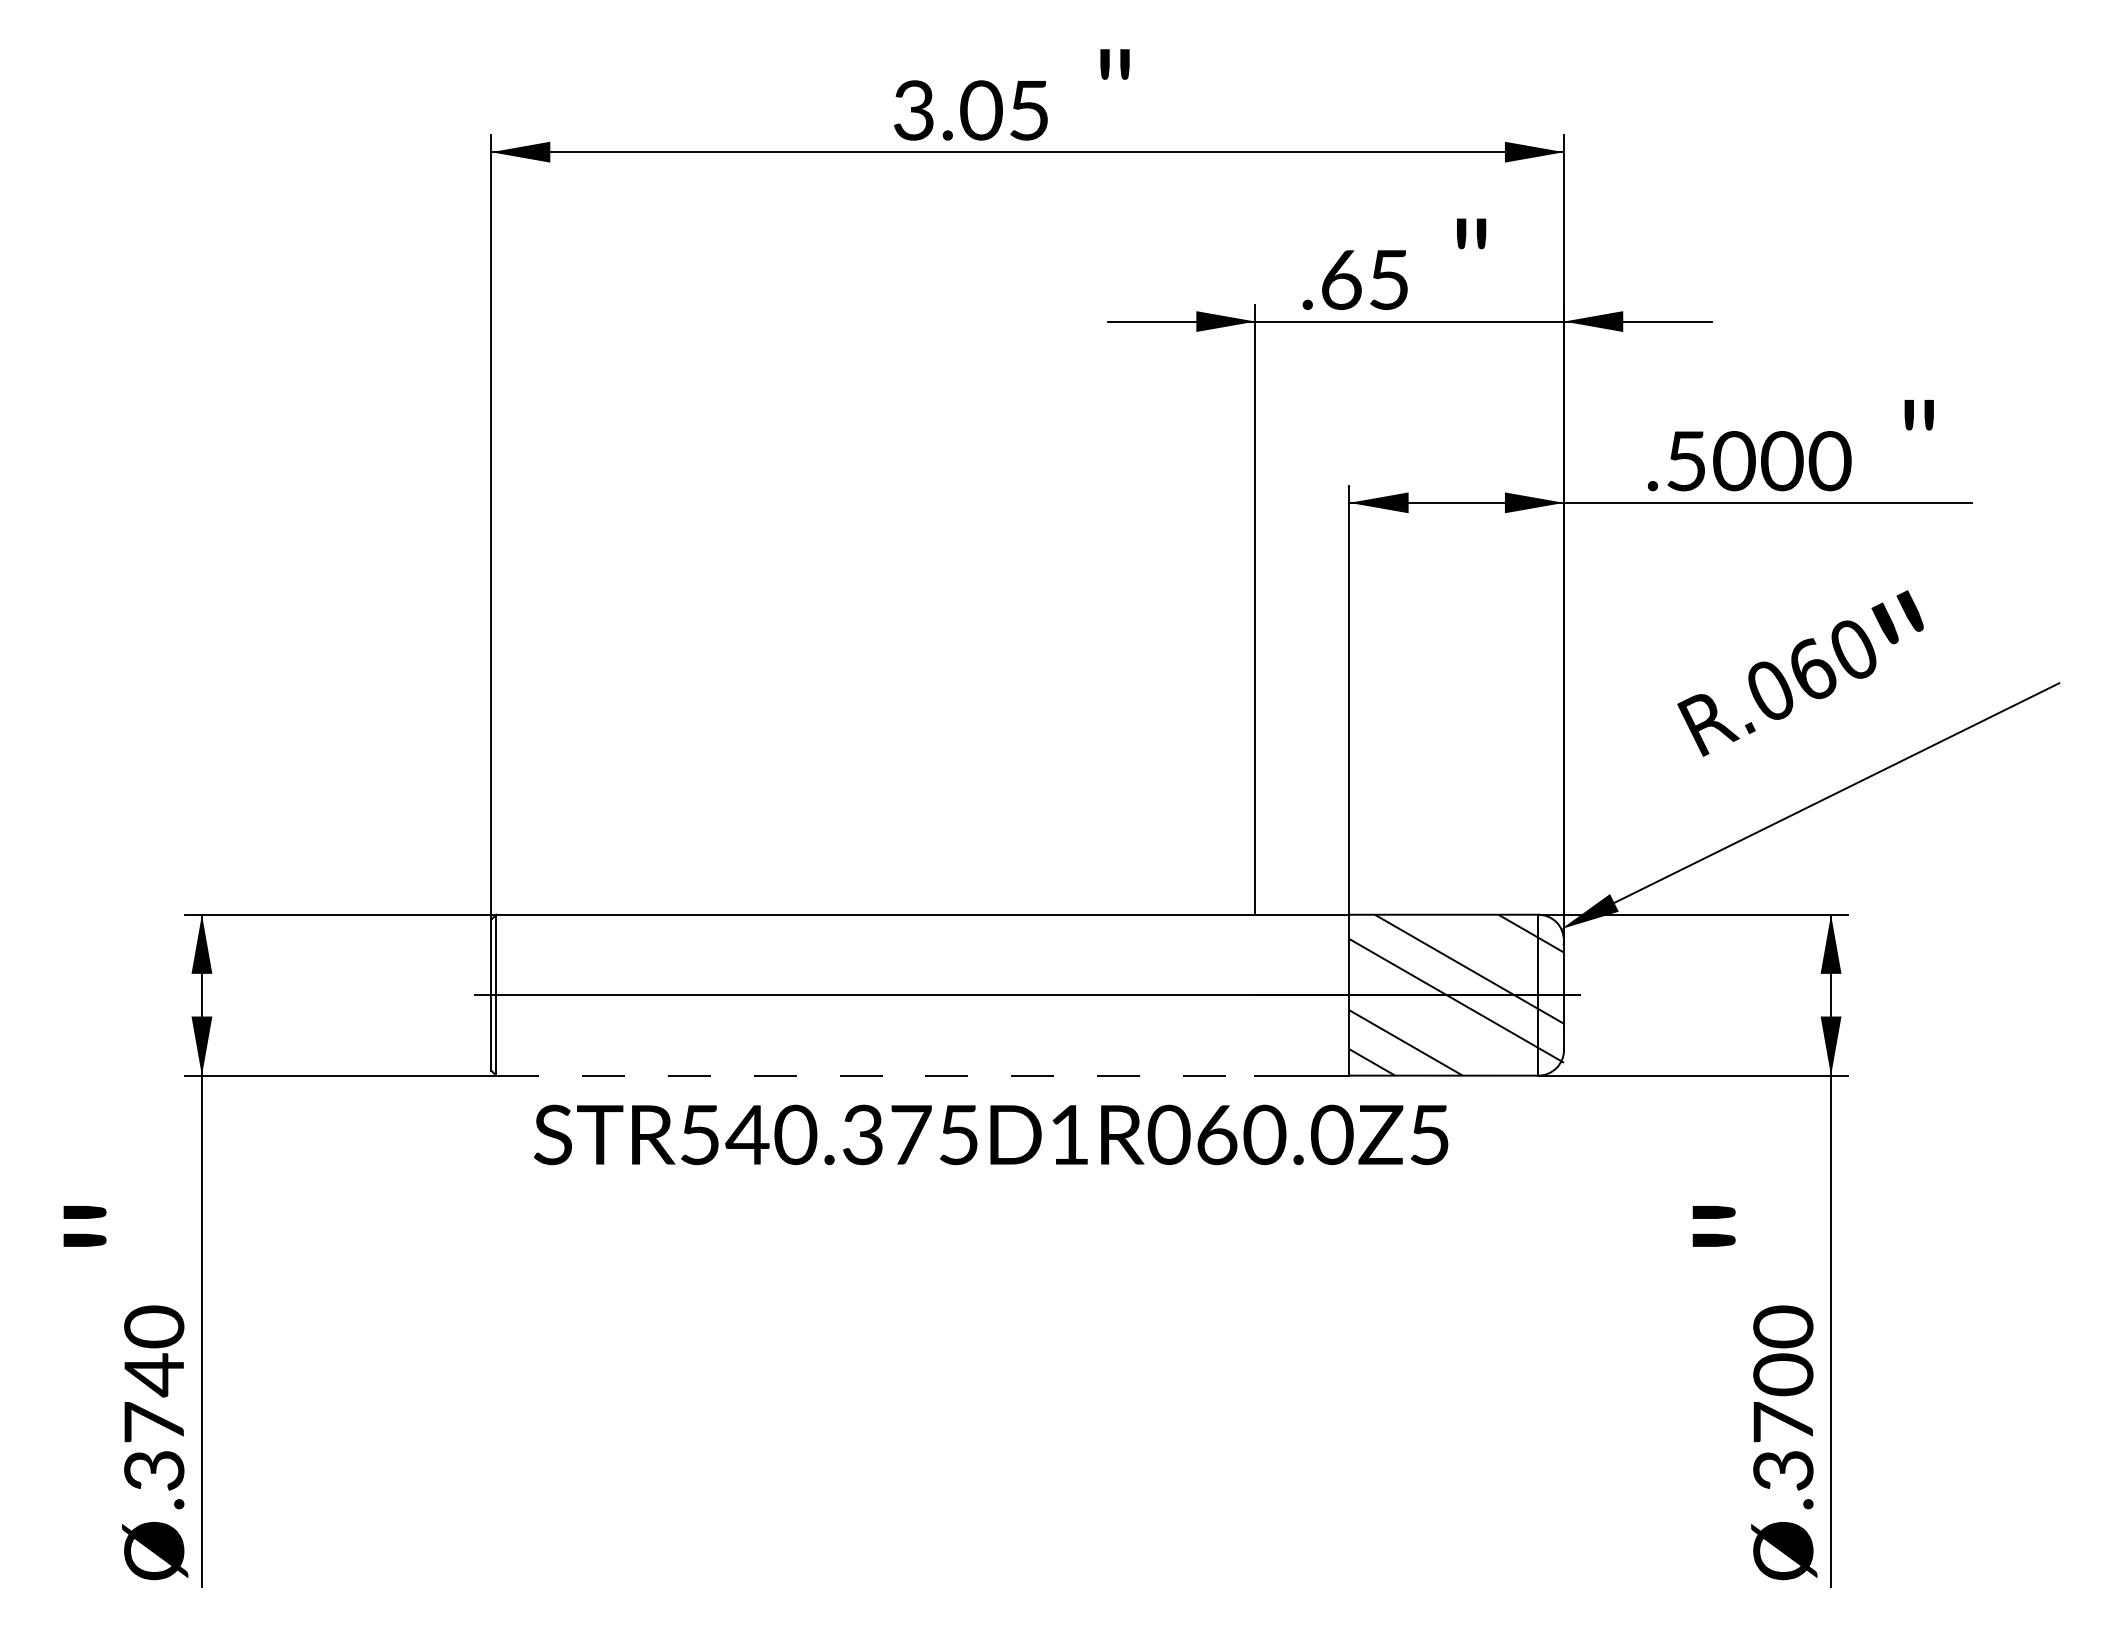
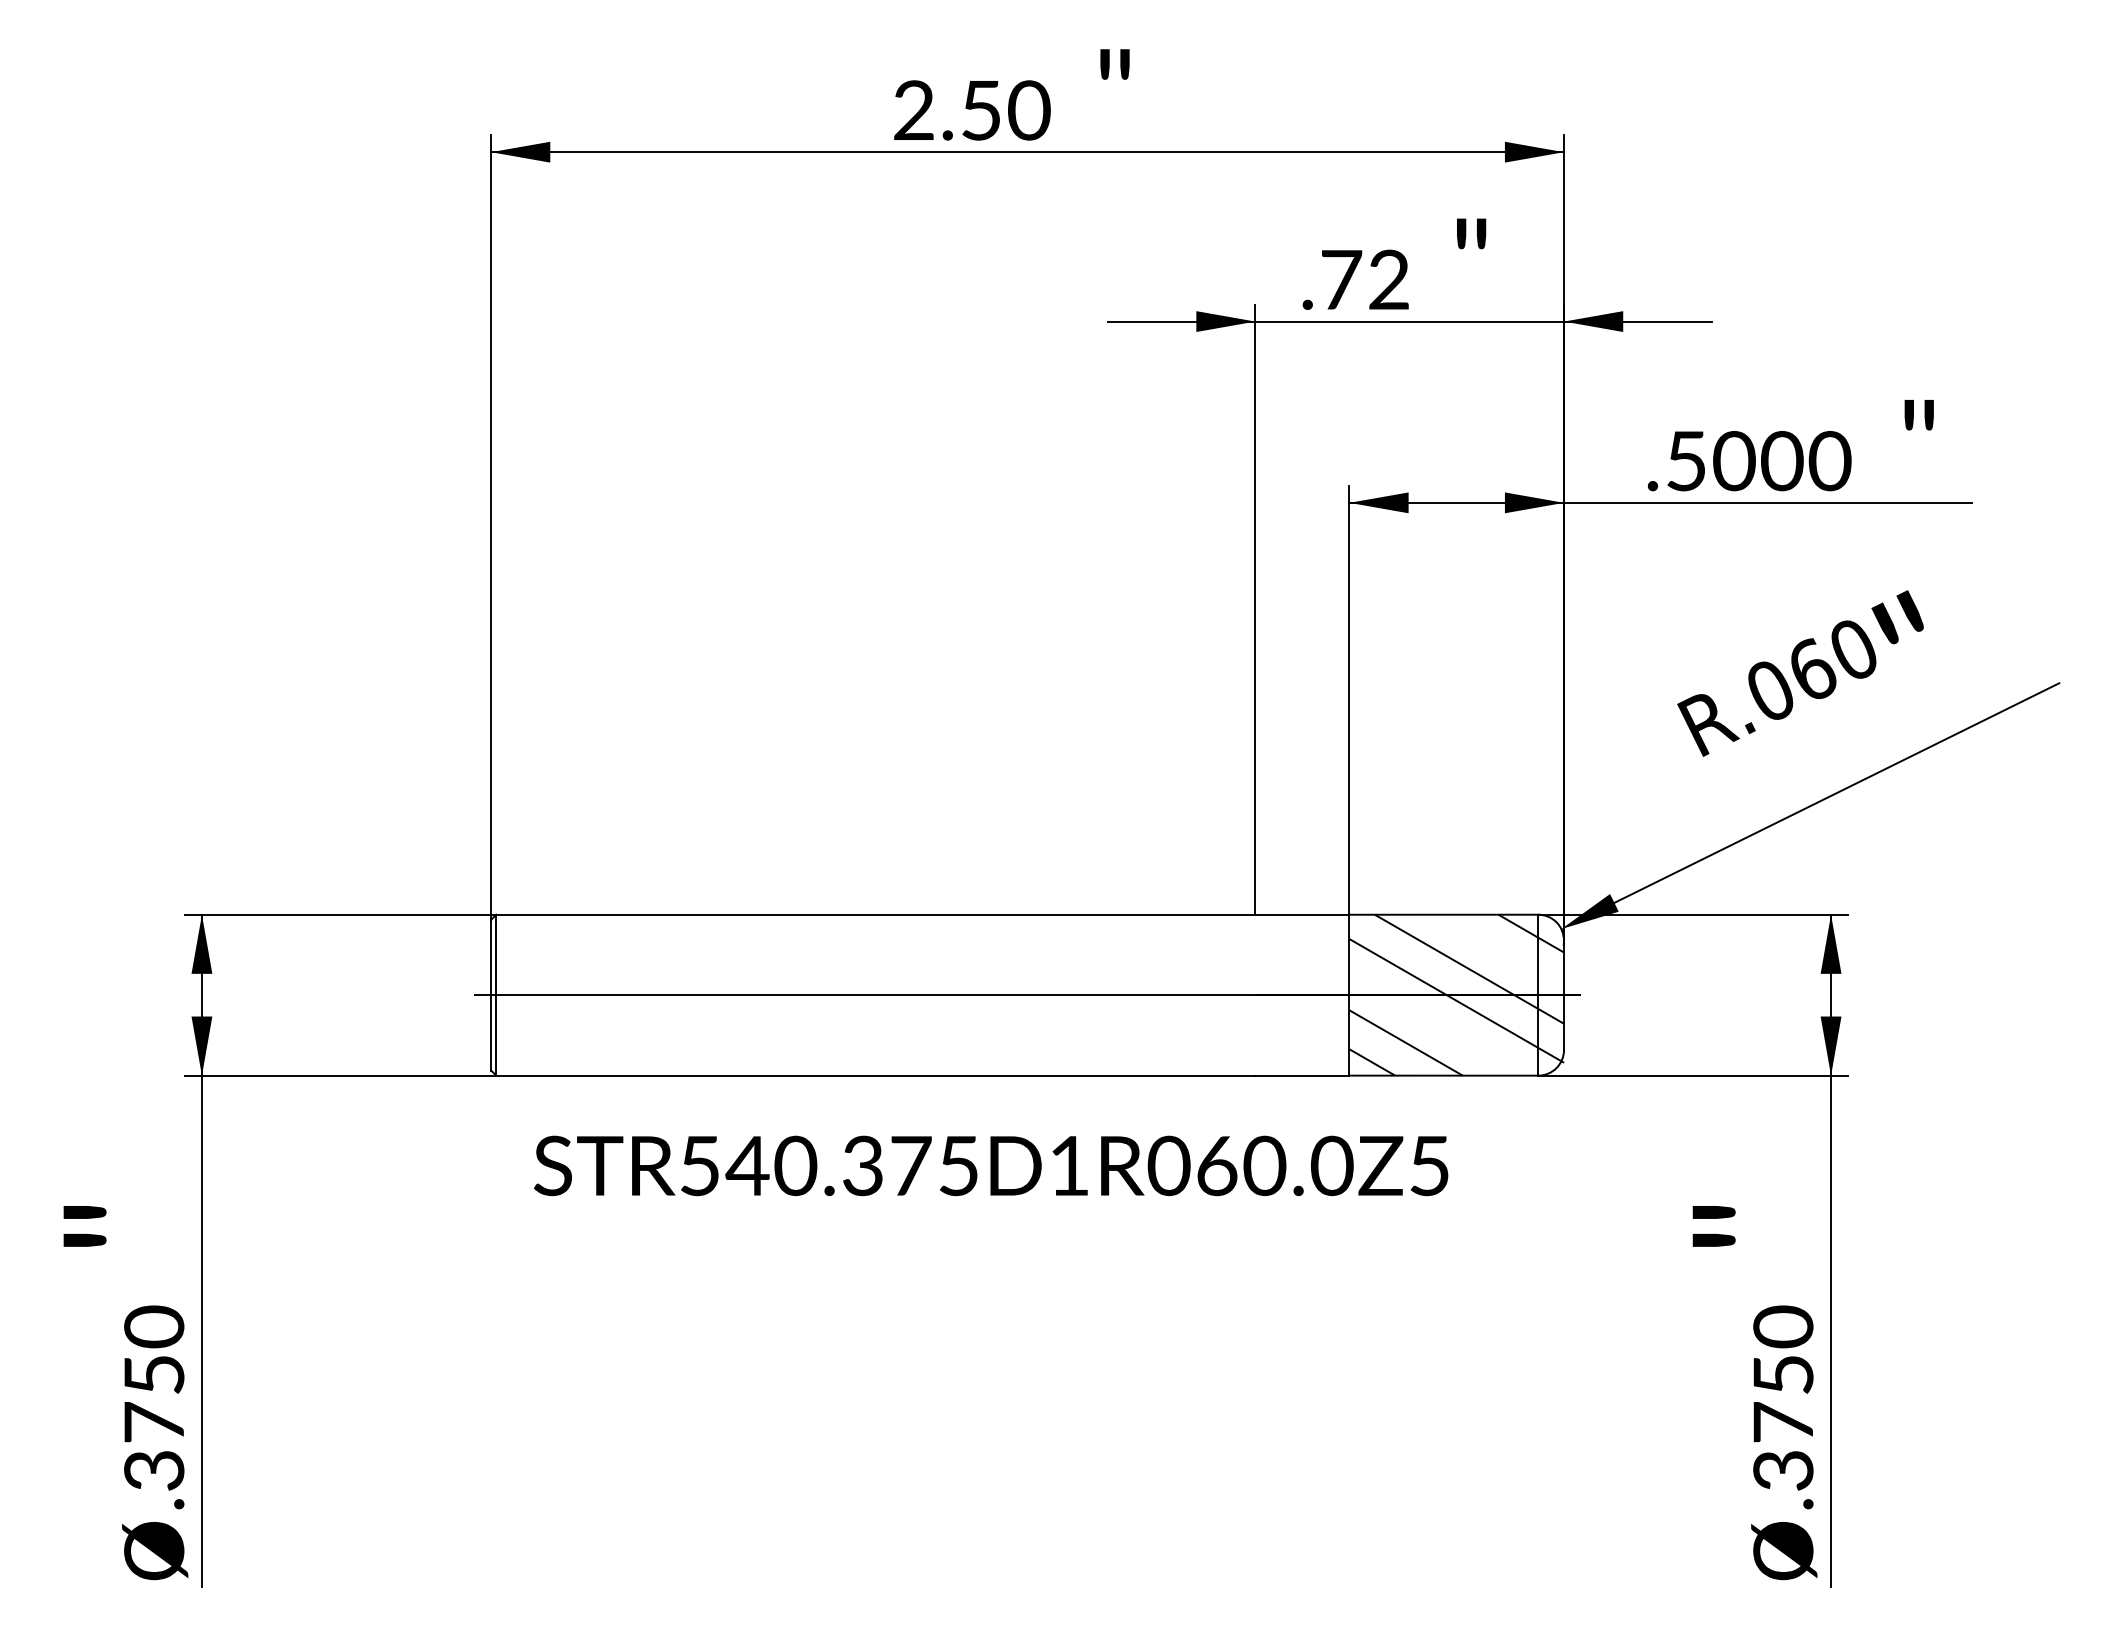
text at (972, 110): 3.05 -> 2.50
text at (1365, 279): .65 -> .72
line at (875, 1075): dashed -> solid
text at (991, 1134) position: (991, 1134) -> (991, 1165)
text at (1783, 1374): .3700 -> .3750
text at (154, 1375): .3740 -> .3750
